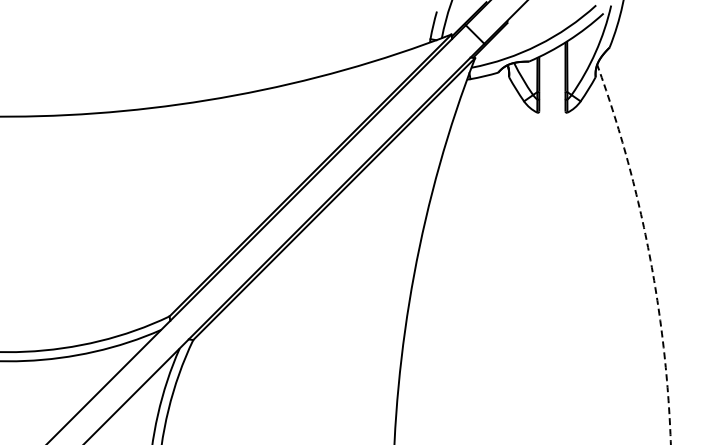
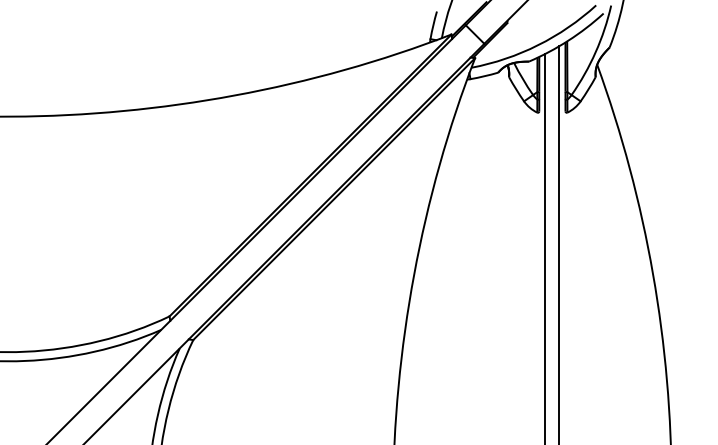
line at (559, 243): none -> present
line at (545, 247): none -> present
arc at (648, 248): dashed -> solid
